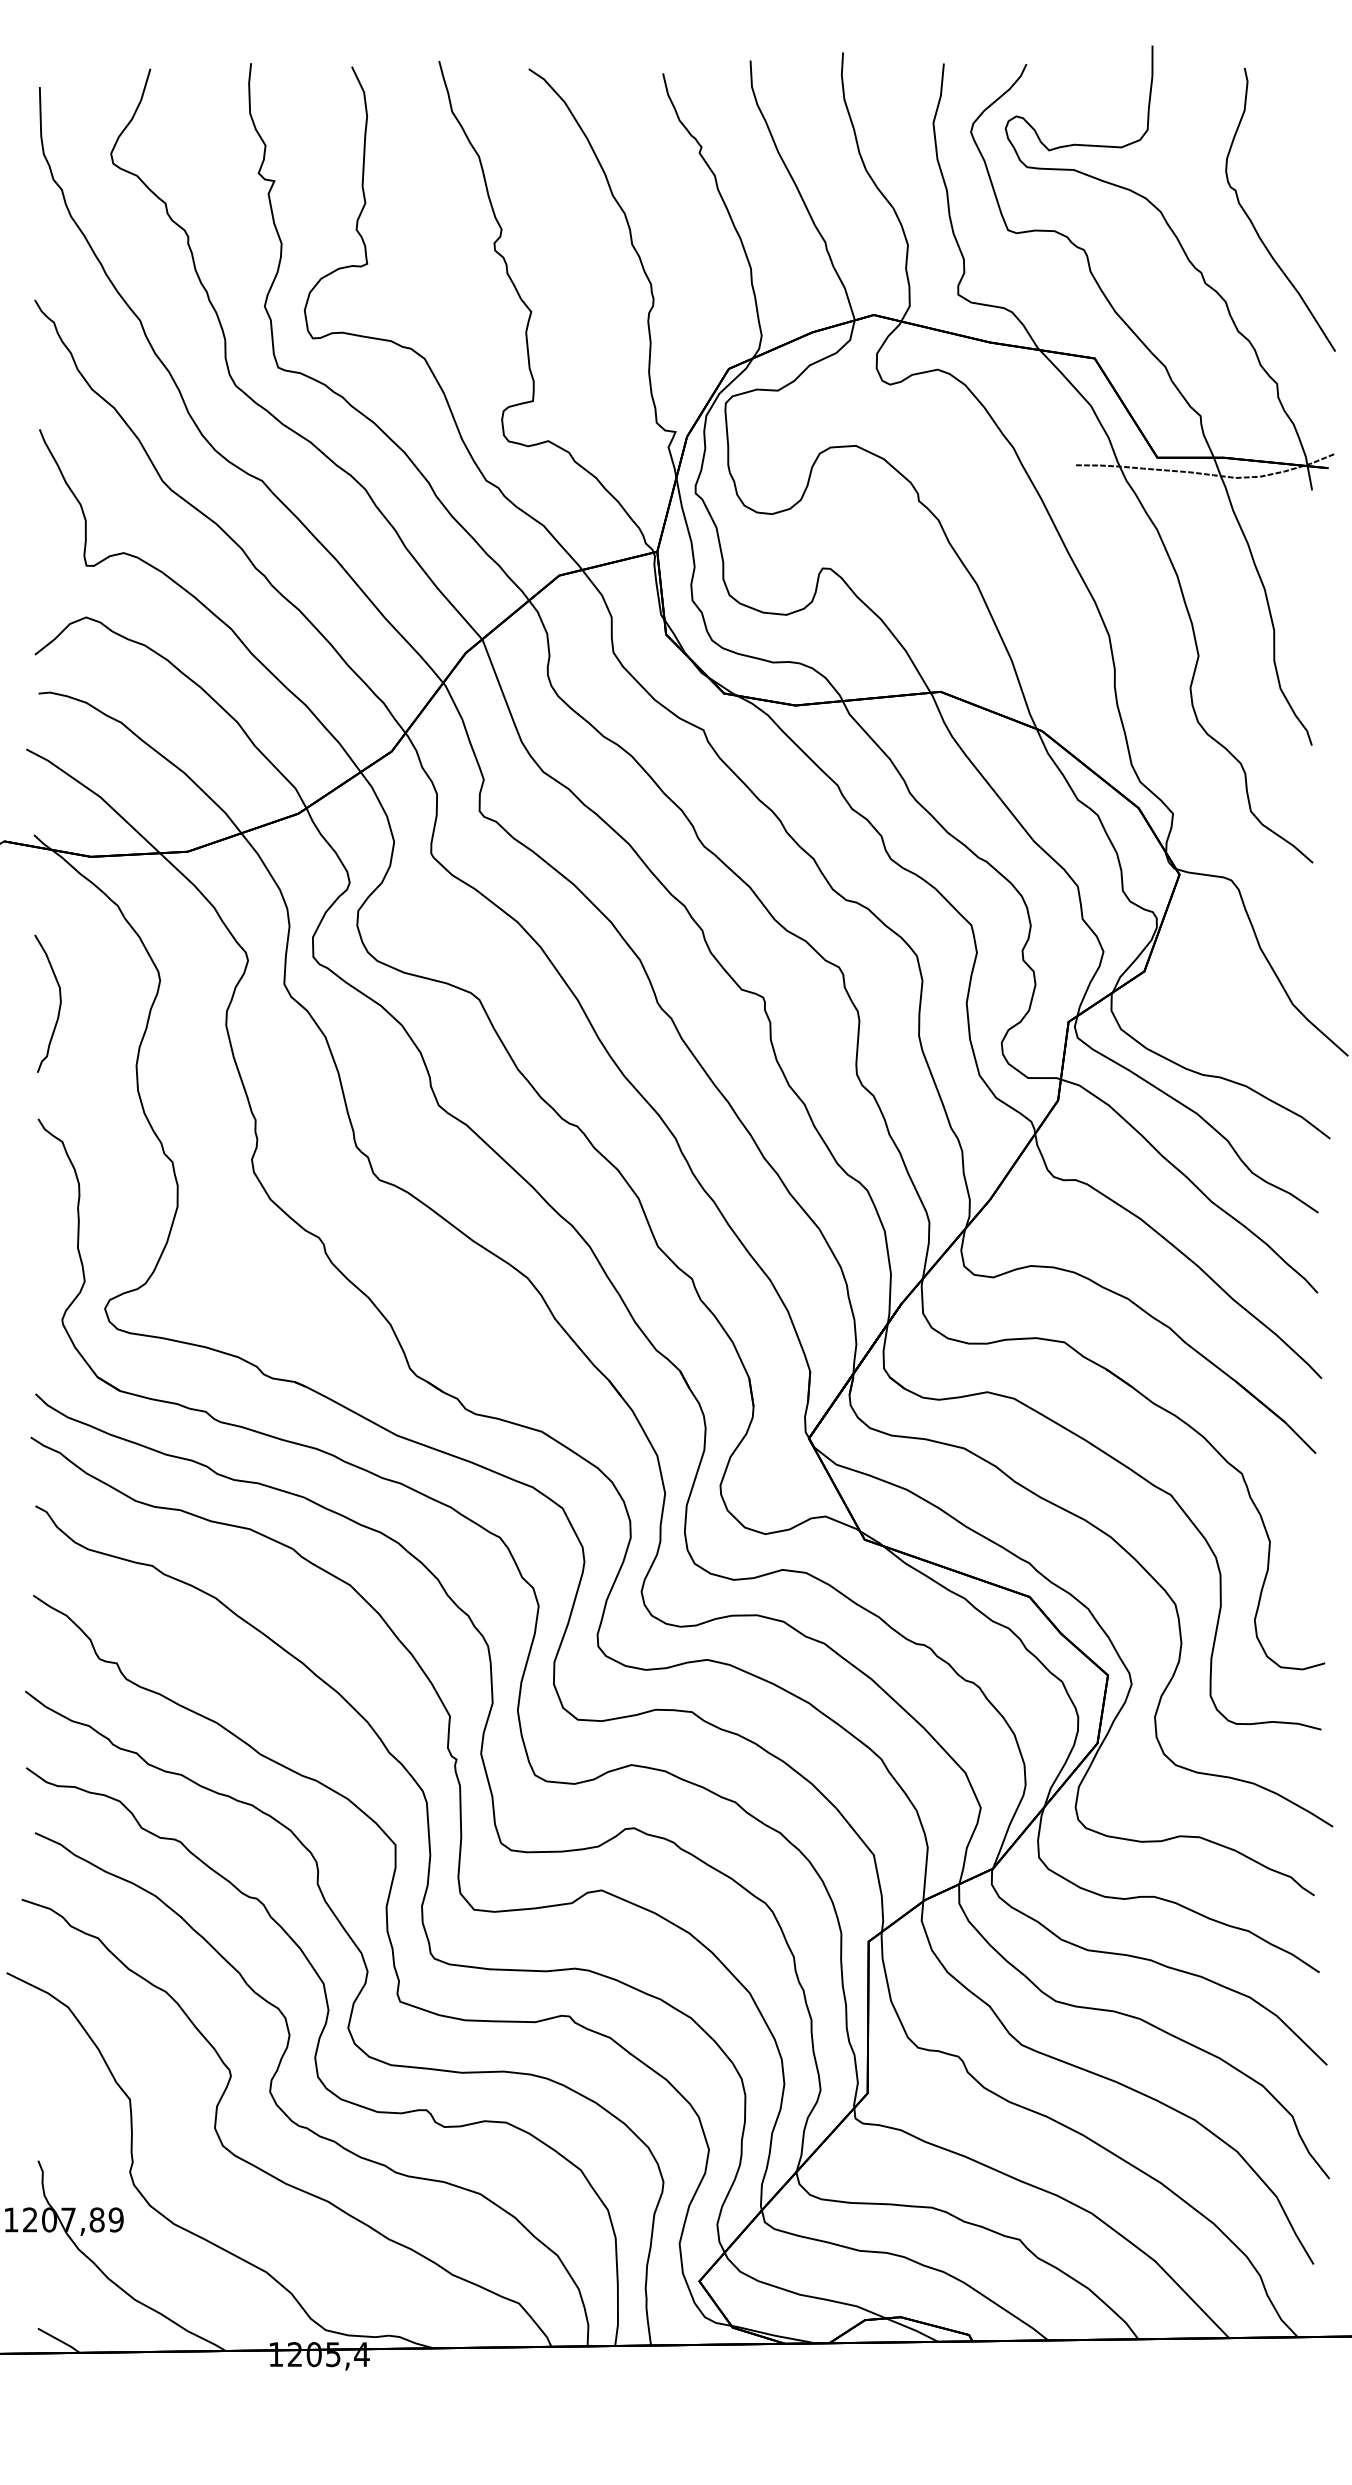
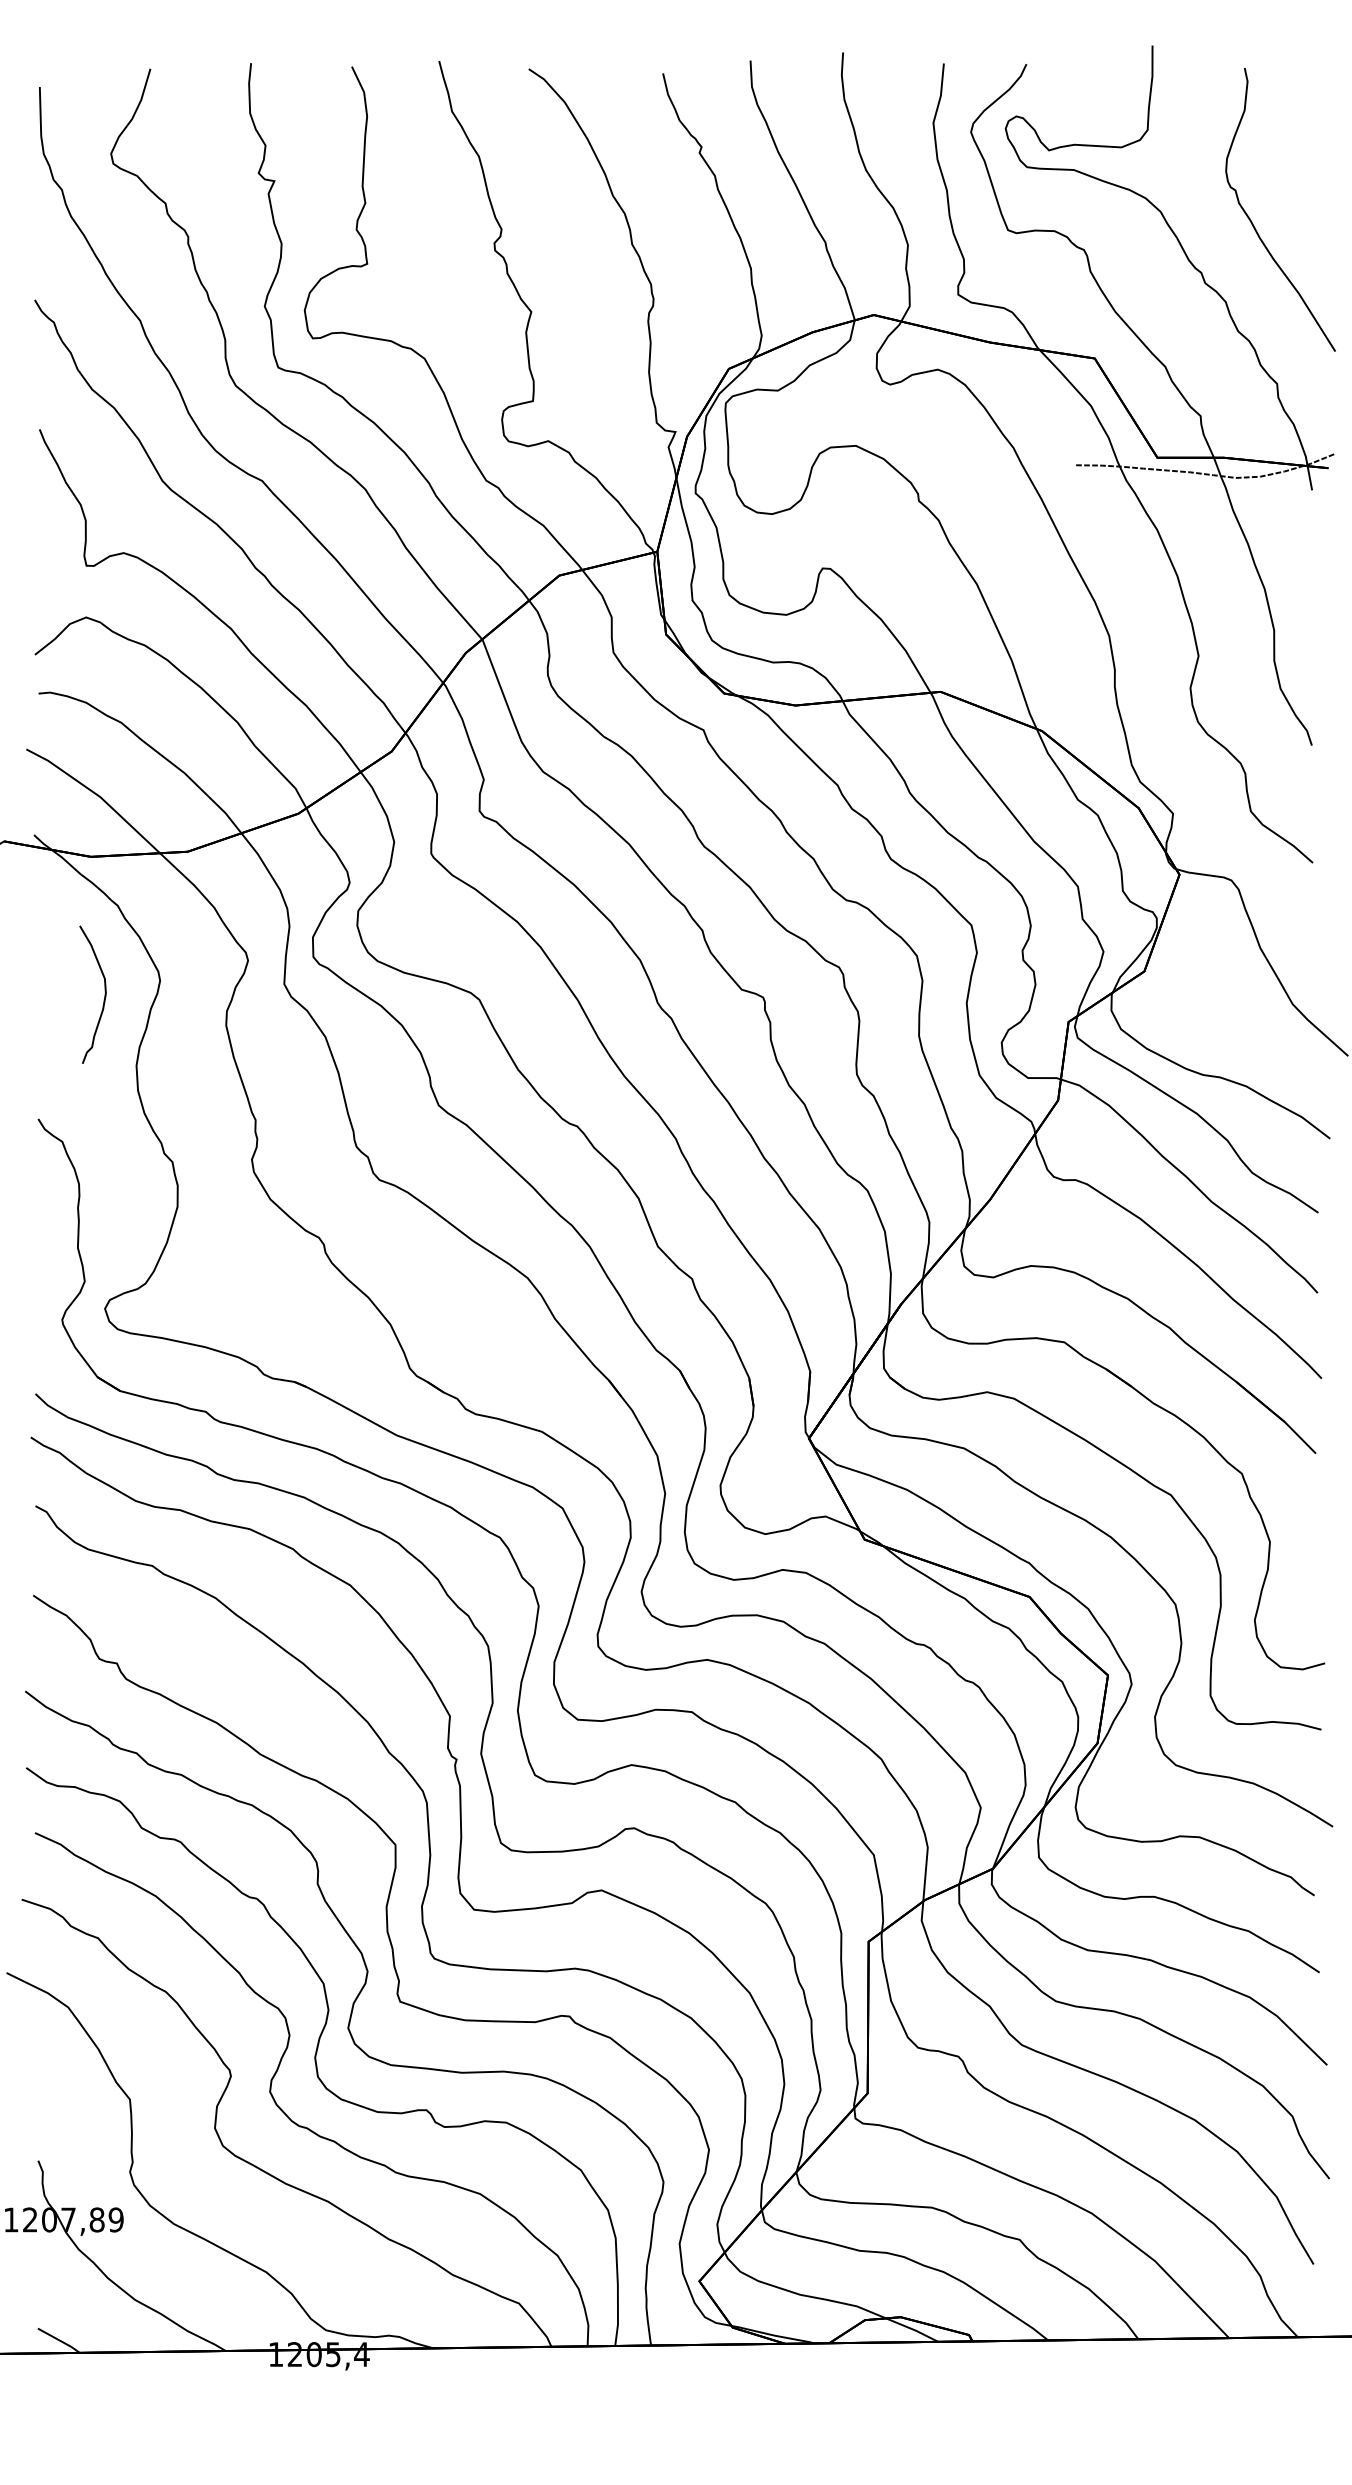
curve at (59, 1003) position: (59, 1003) -> (104, 994)
